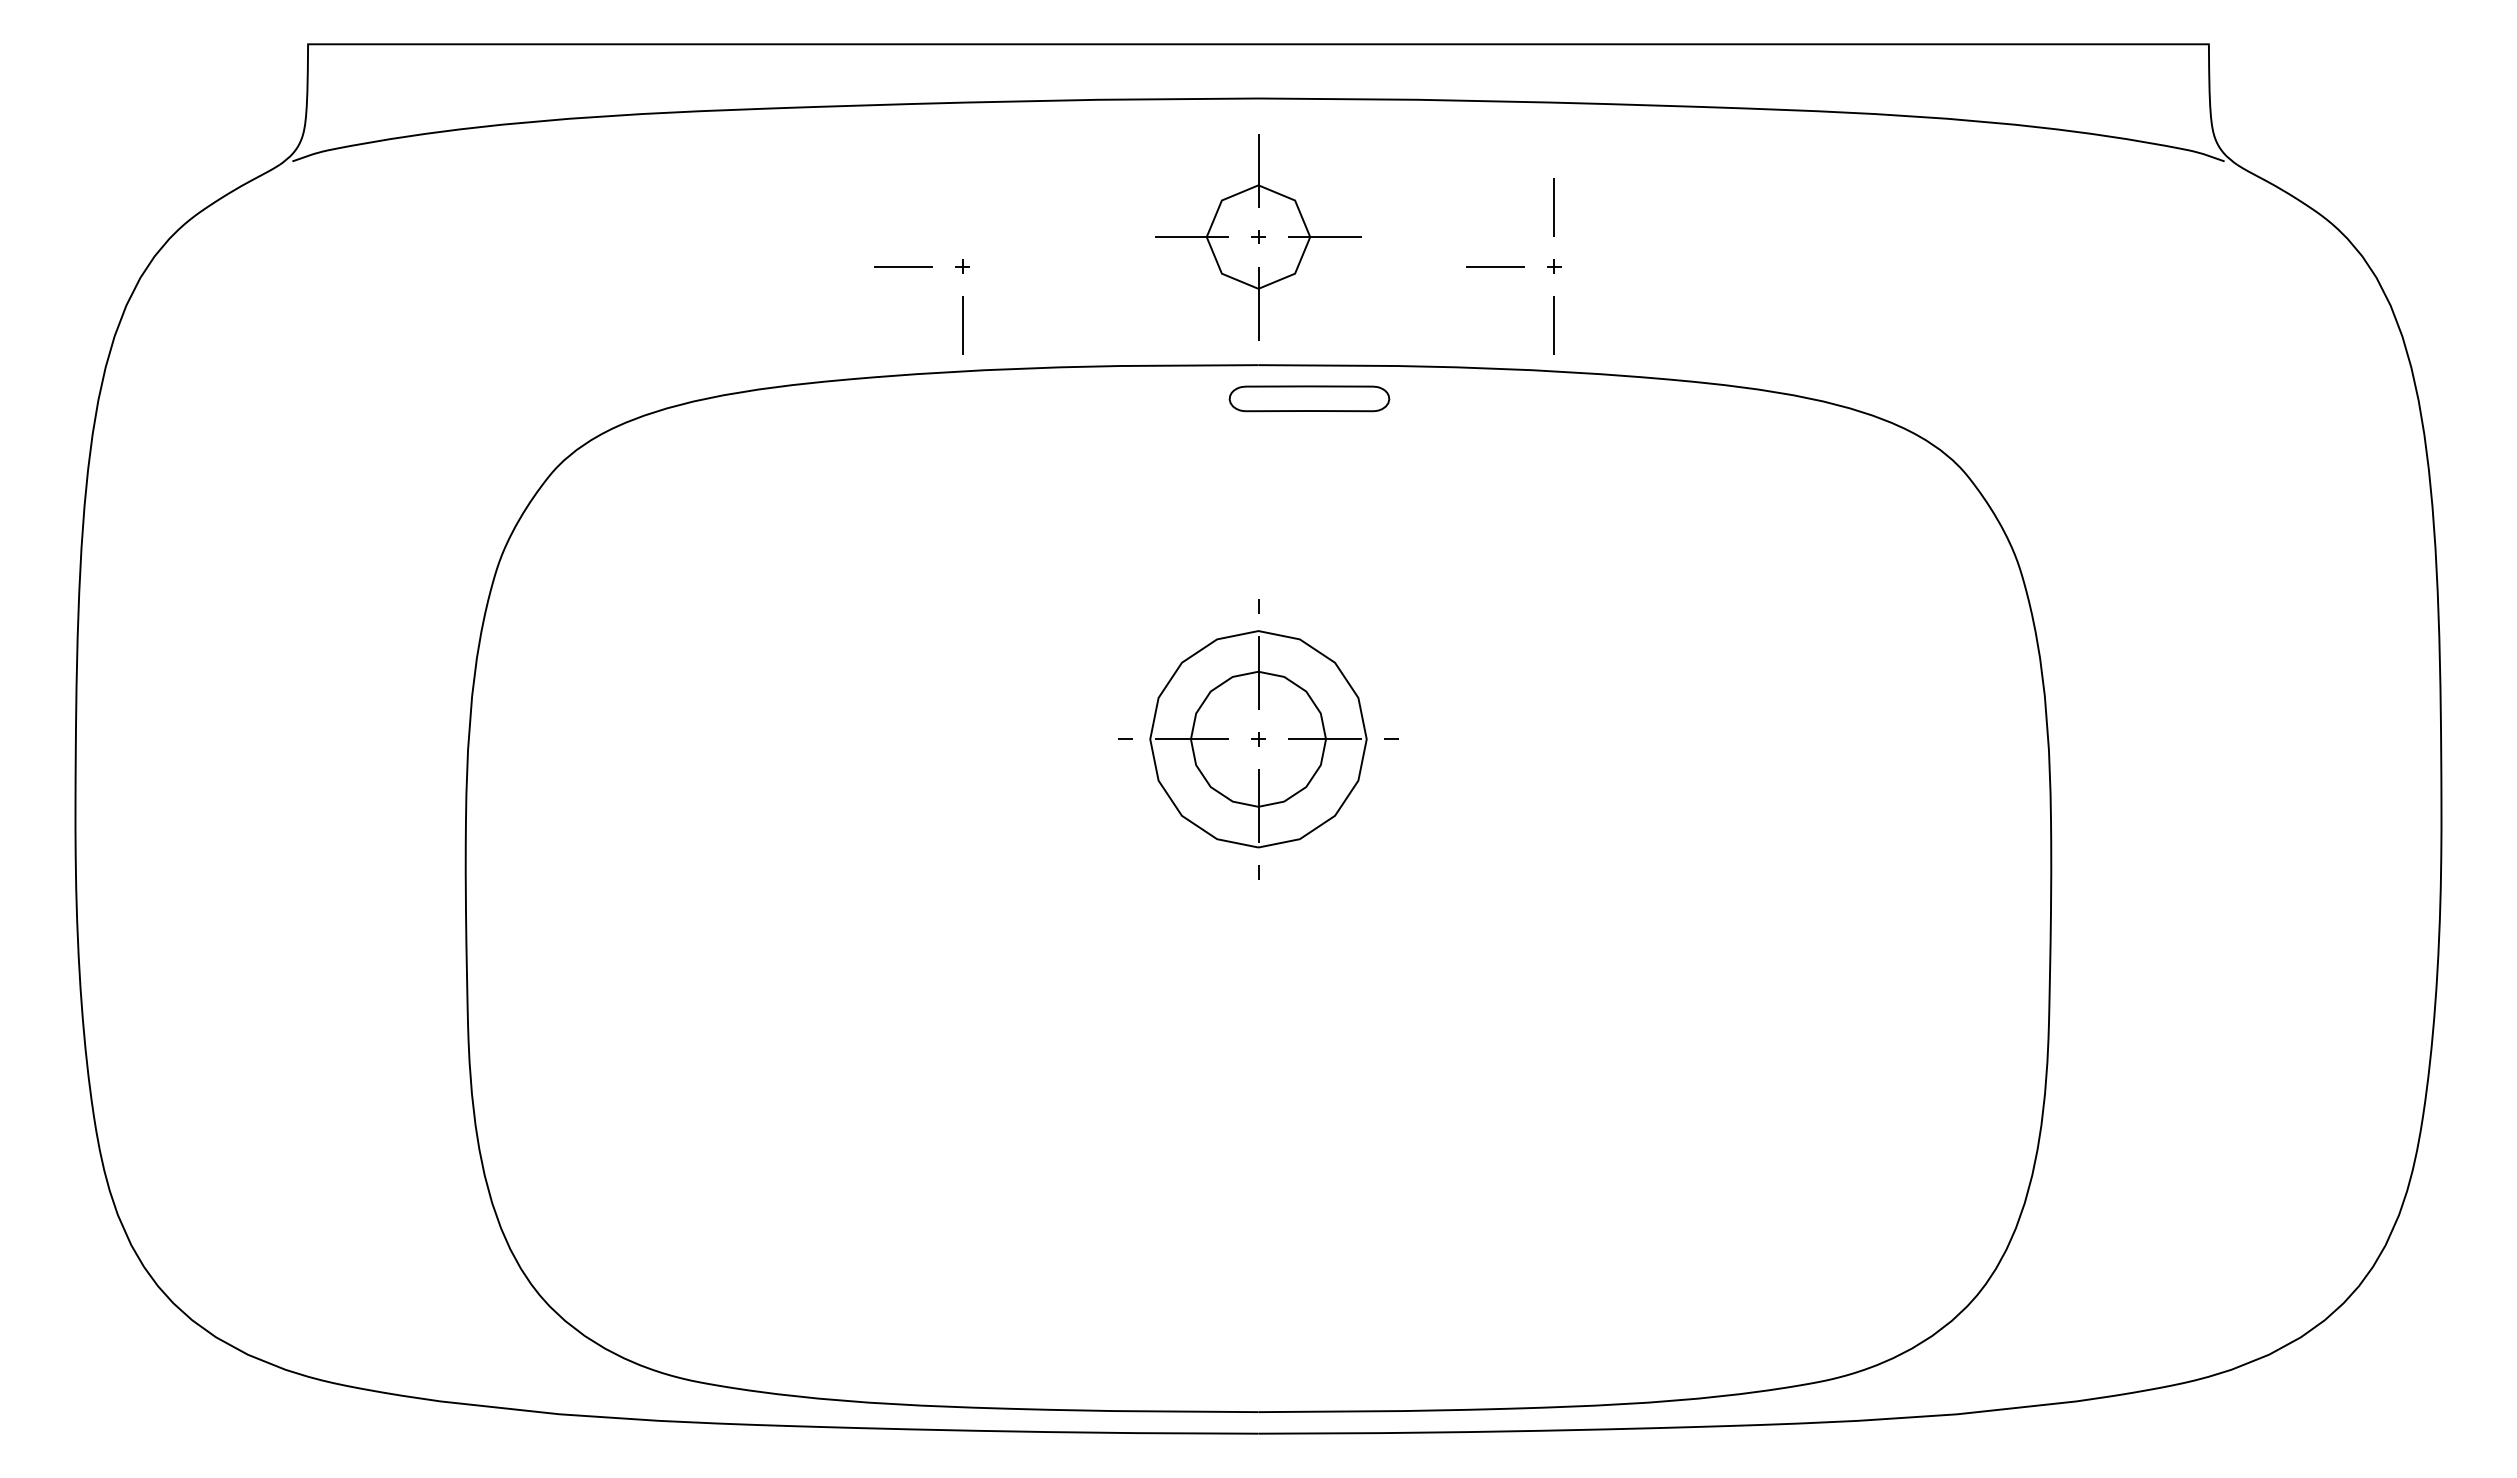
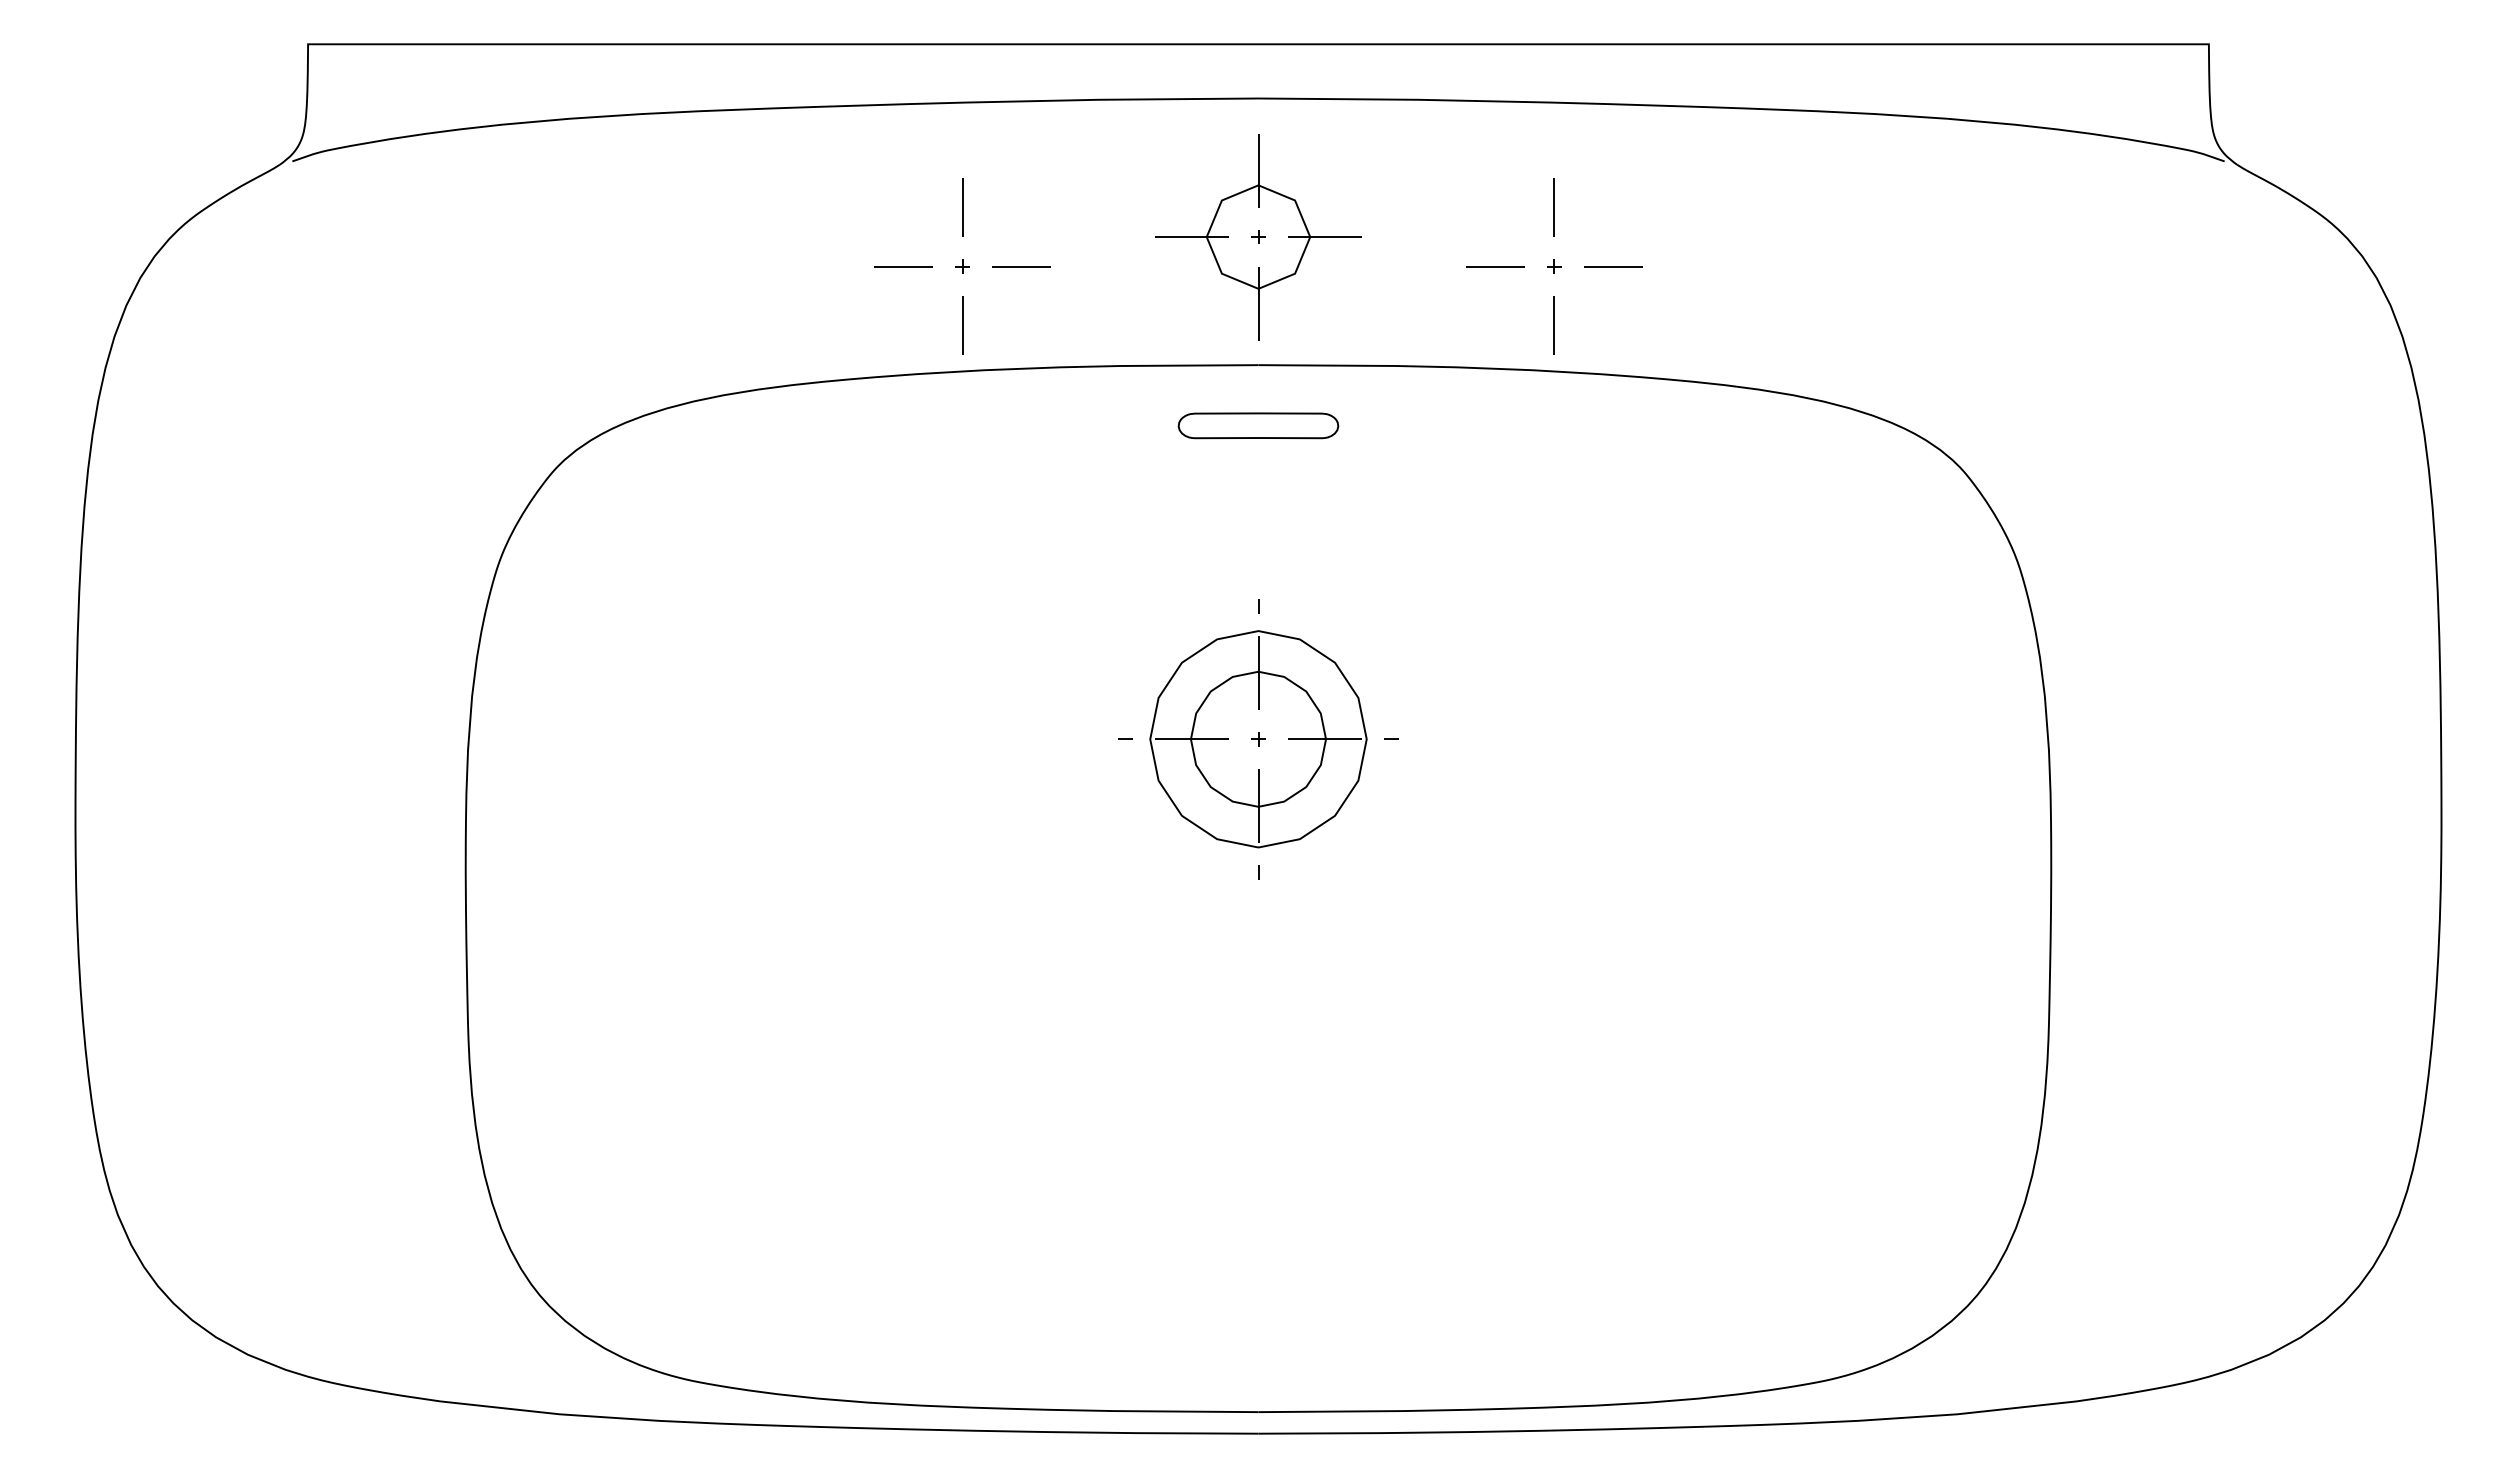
line at (962, 207): none -> present
line at (1021, 266): none -> present
line at (1613, 266): none -> present
part at (1309, 398) position: (1309, 398) -> (1258, 425)
